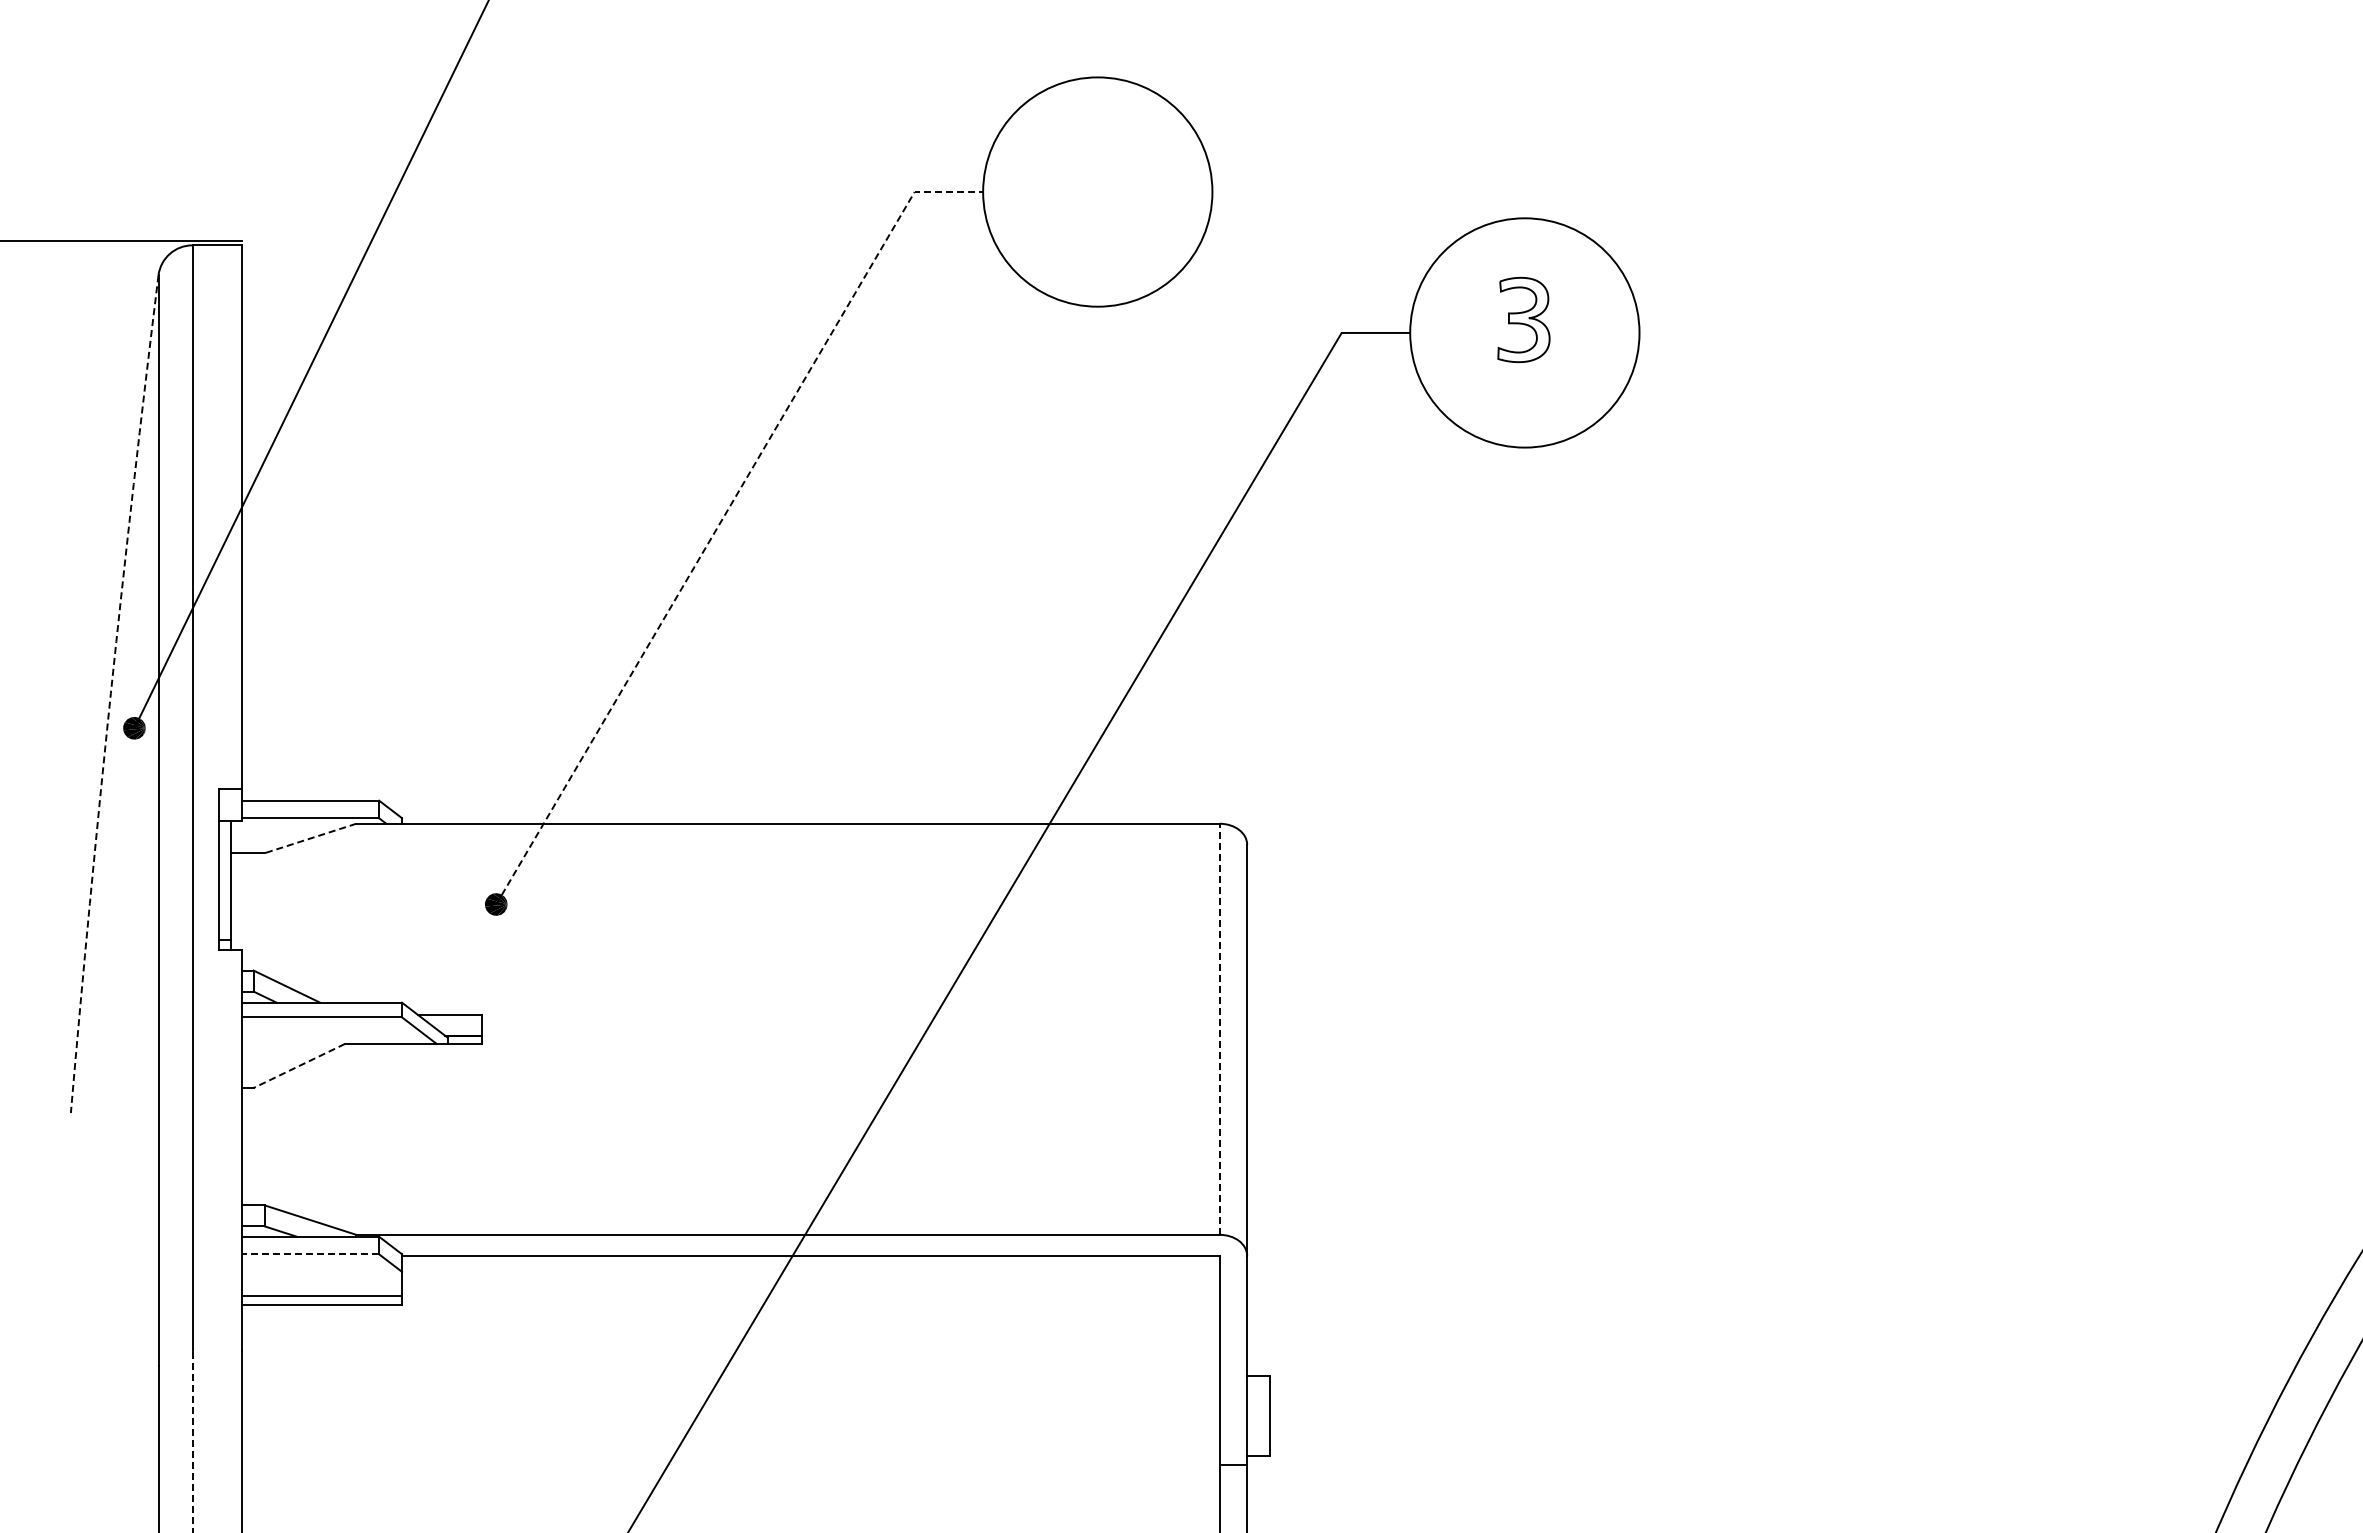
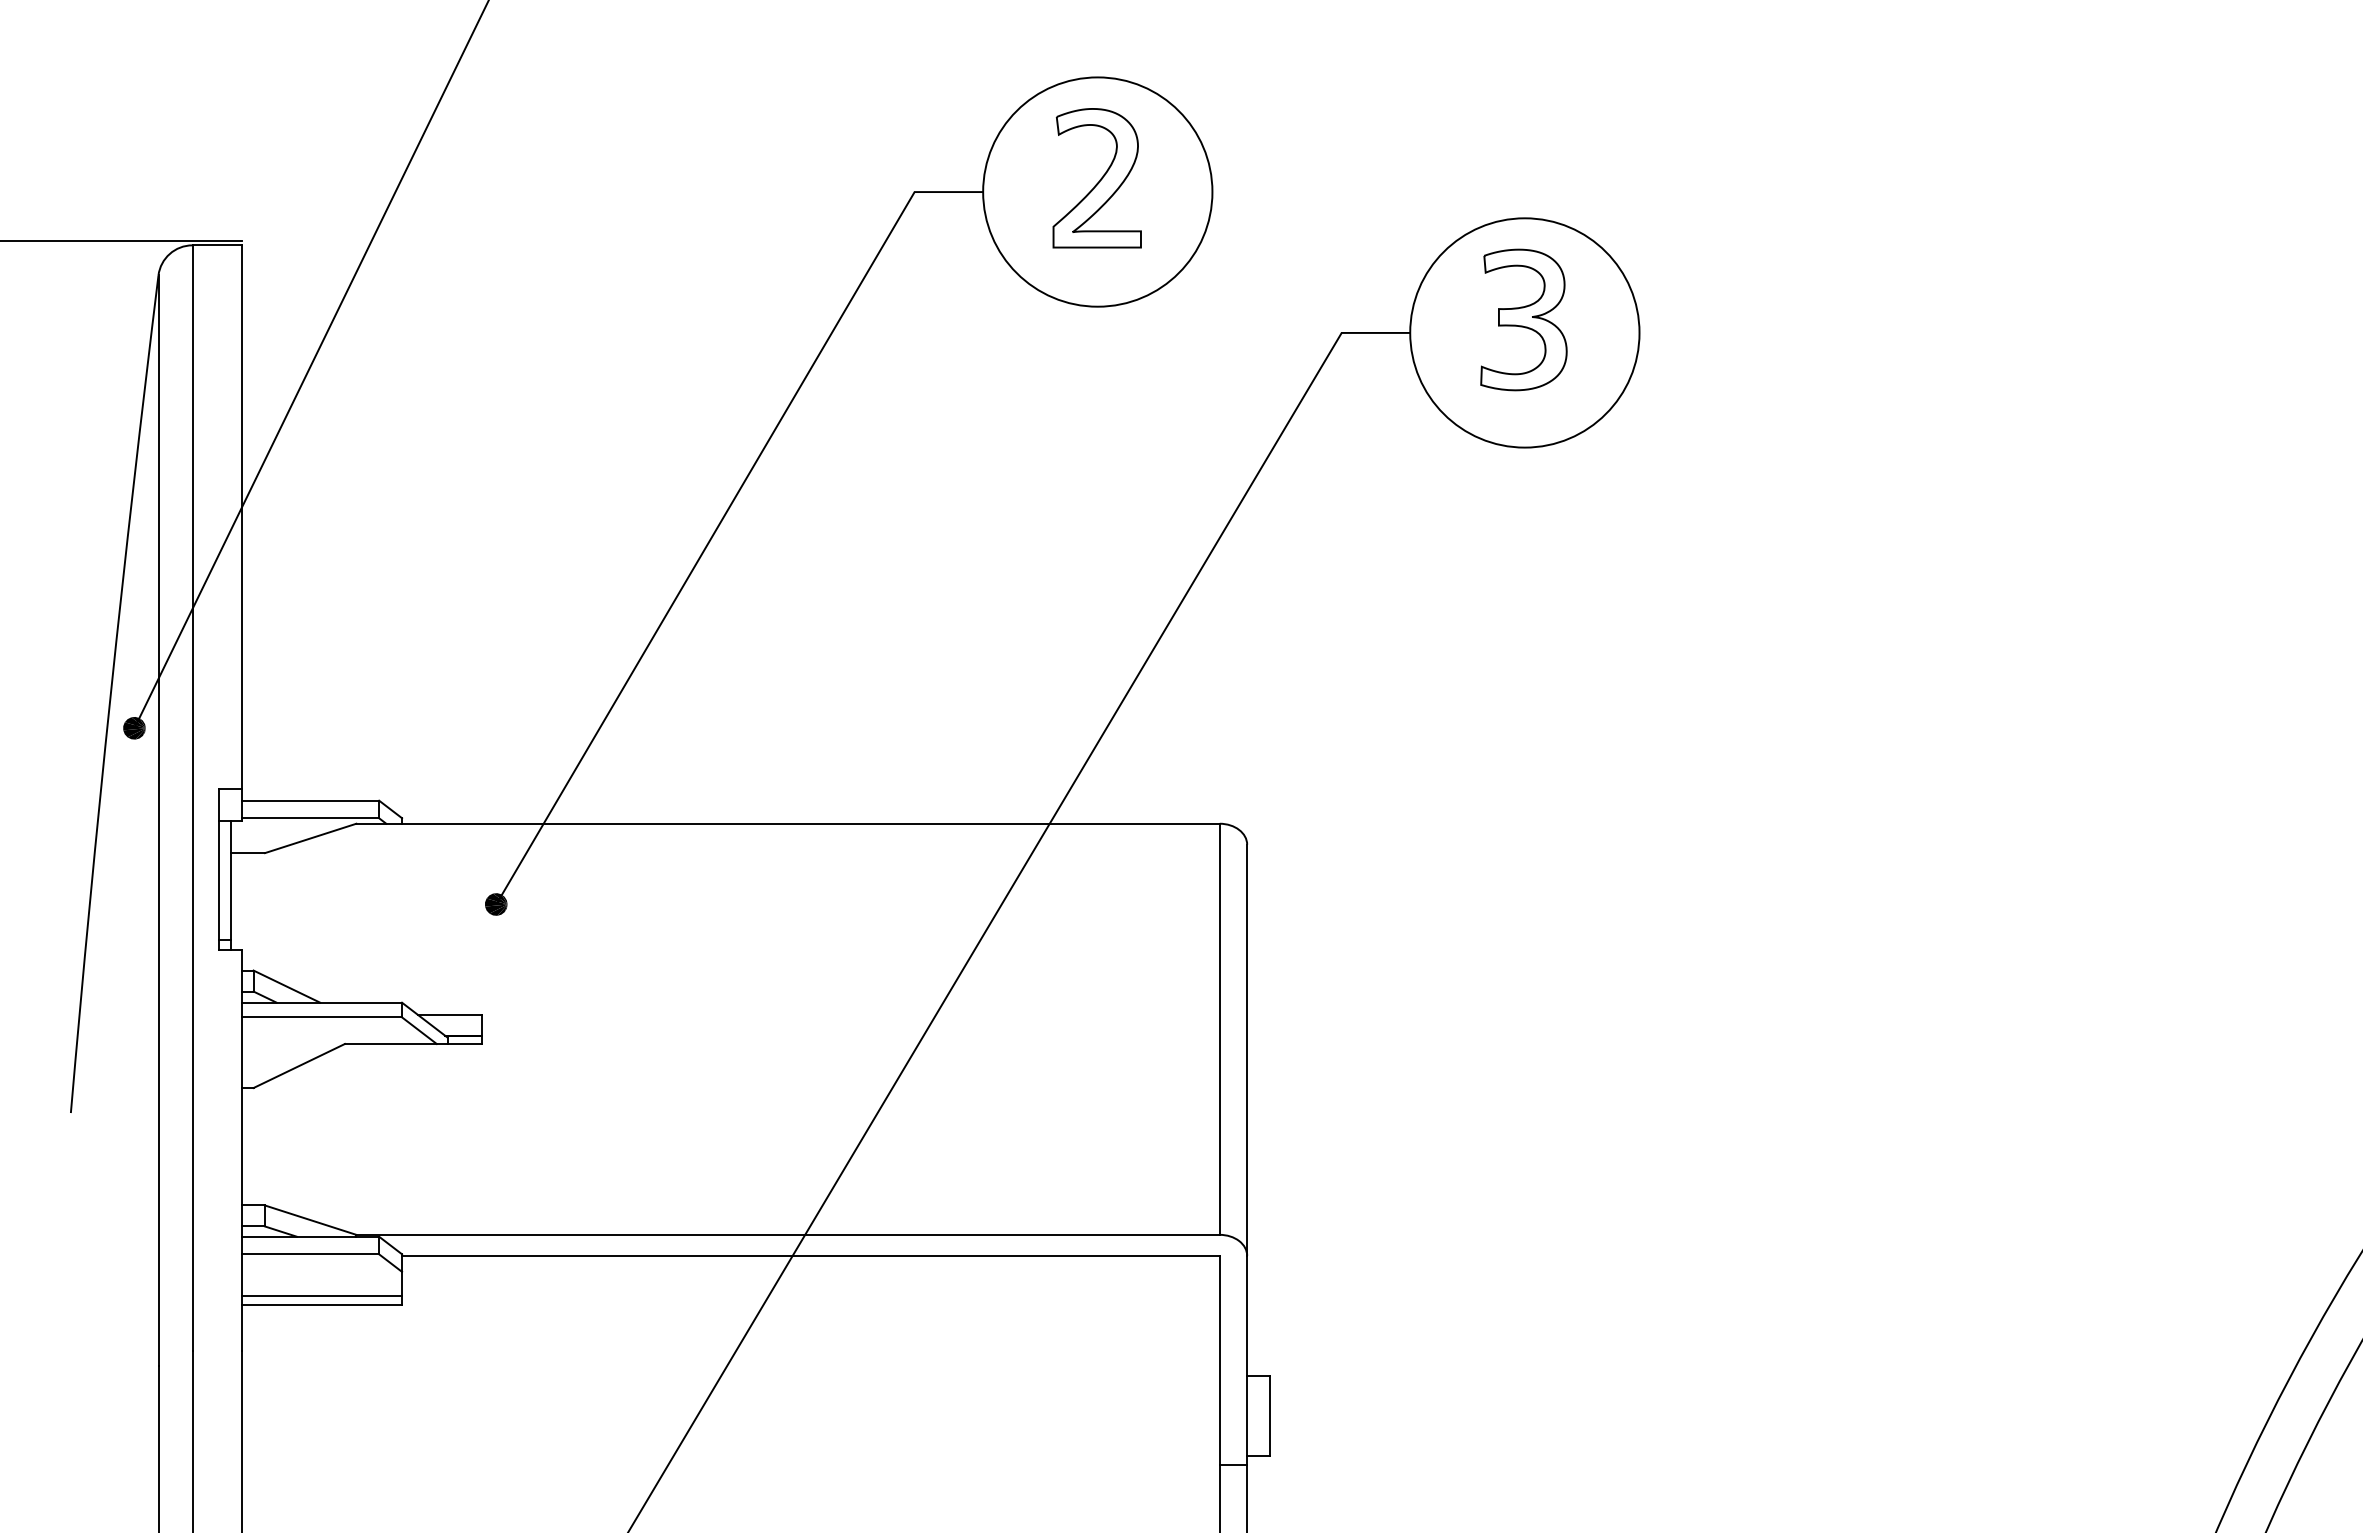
part at (1096, 178): none -> present
part at (1523, 319) size: 54x88 px -> 88x144 px
line at (723, 517): dashed -> solid
arc at (110, 693): dashed -> solid
line at (310, 838): dashed -> solid
line at (1219, 1029): dashed -> solid
line at (299, 1066): dashed -> solid
line at (310, 1254): dashed -> solid
line at (192, 1441): dashed -> solid
